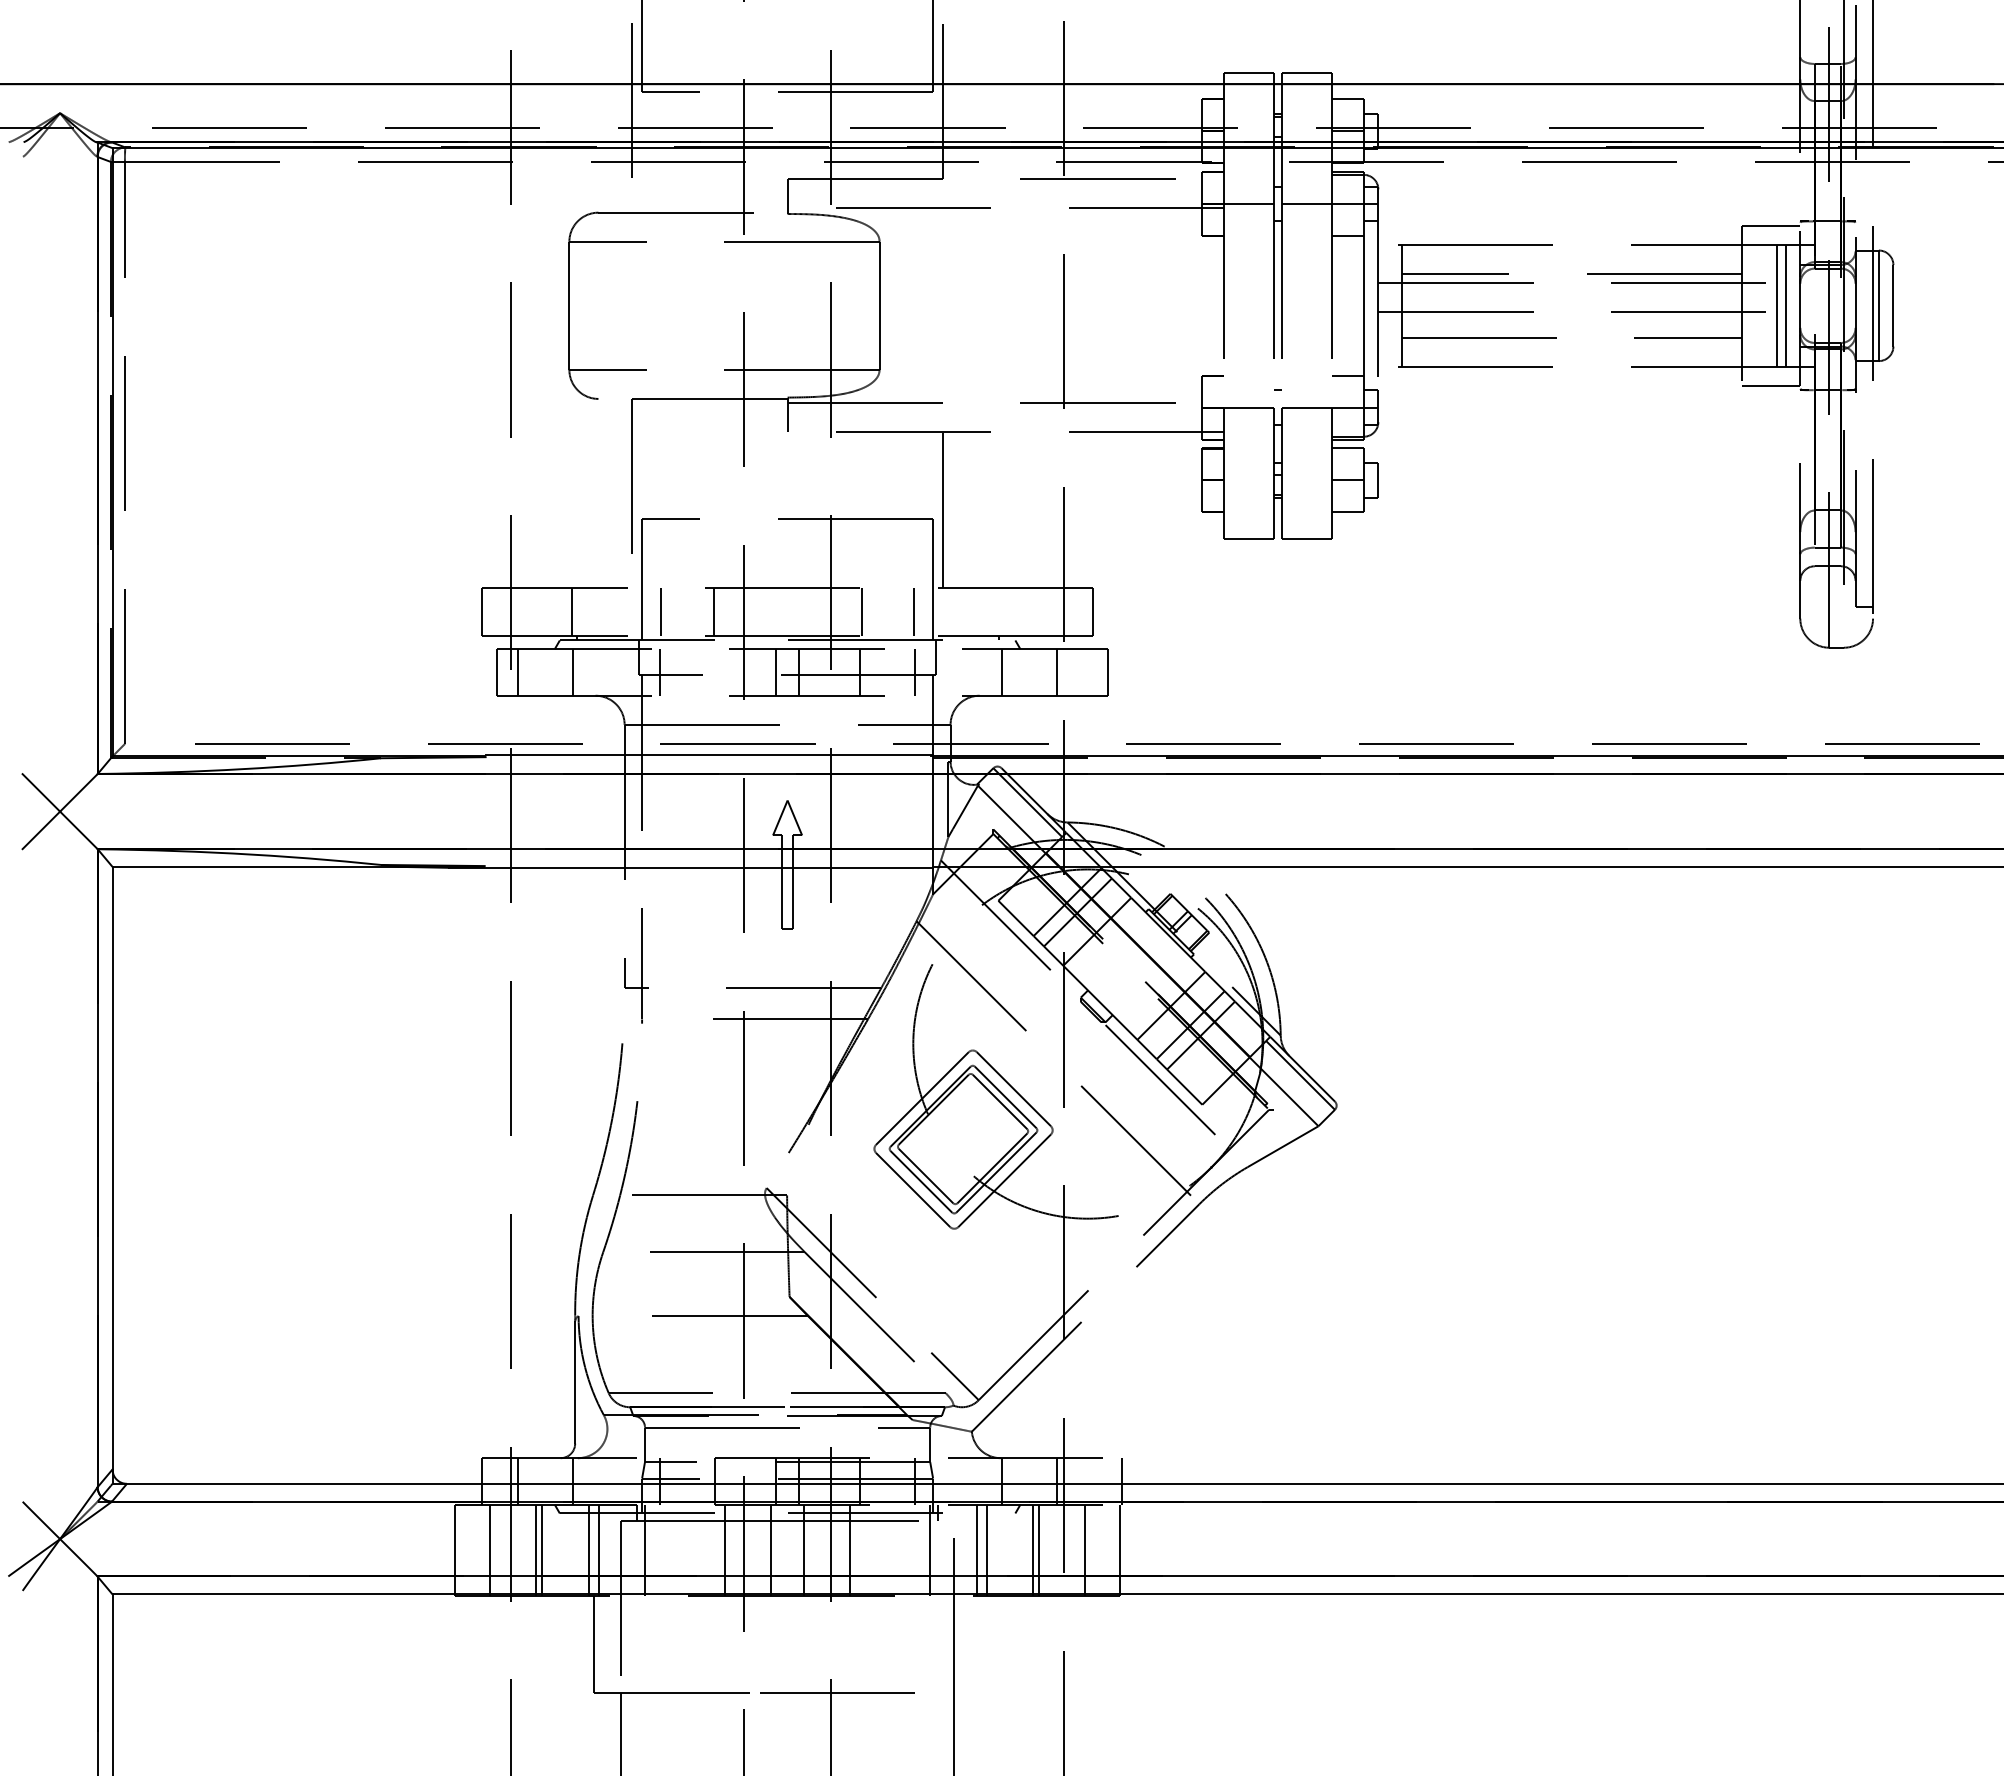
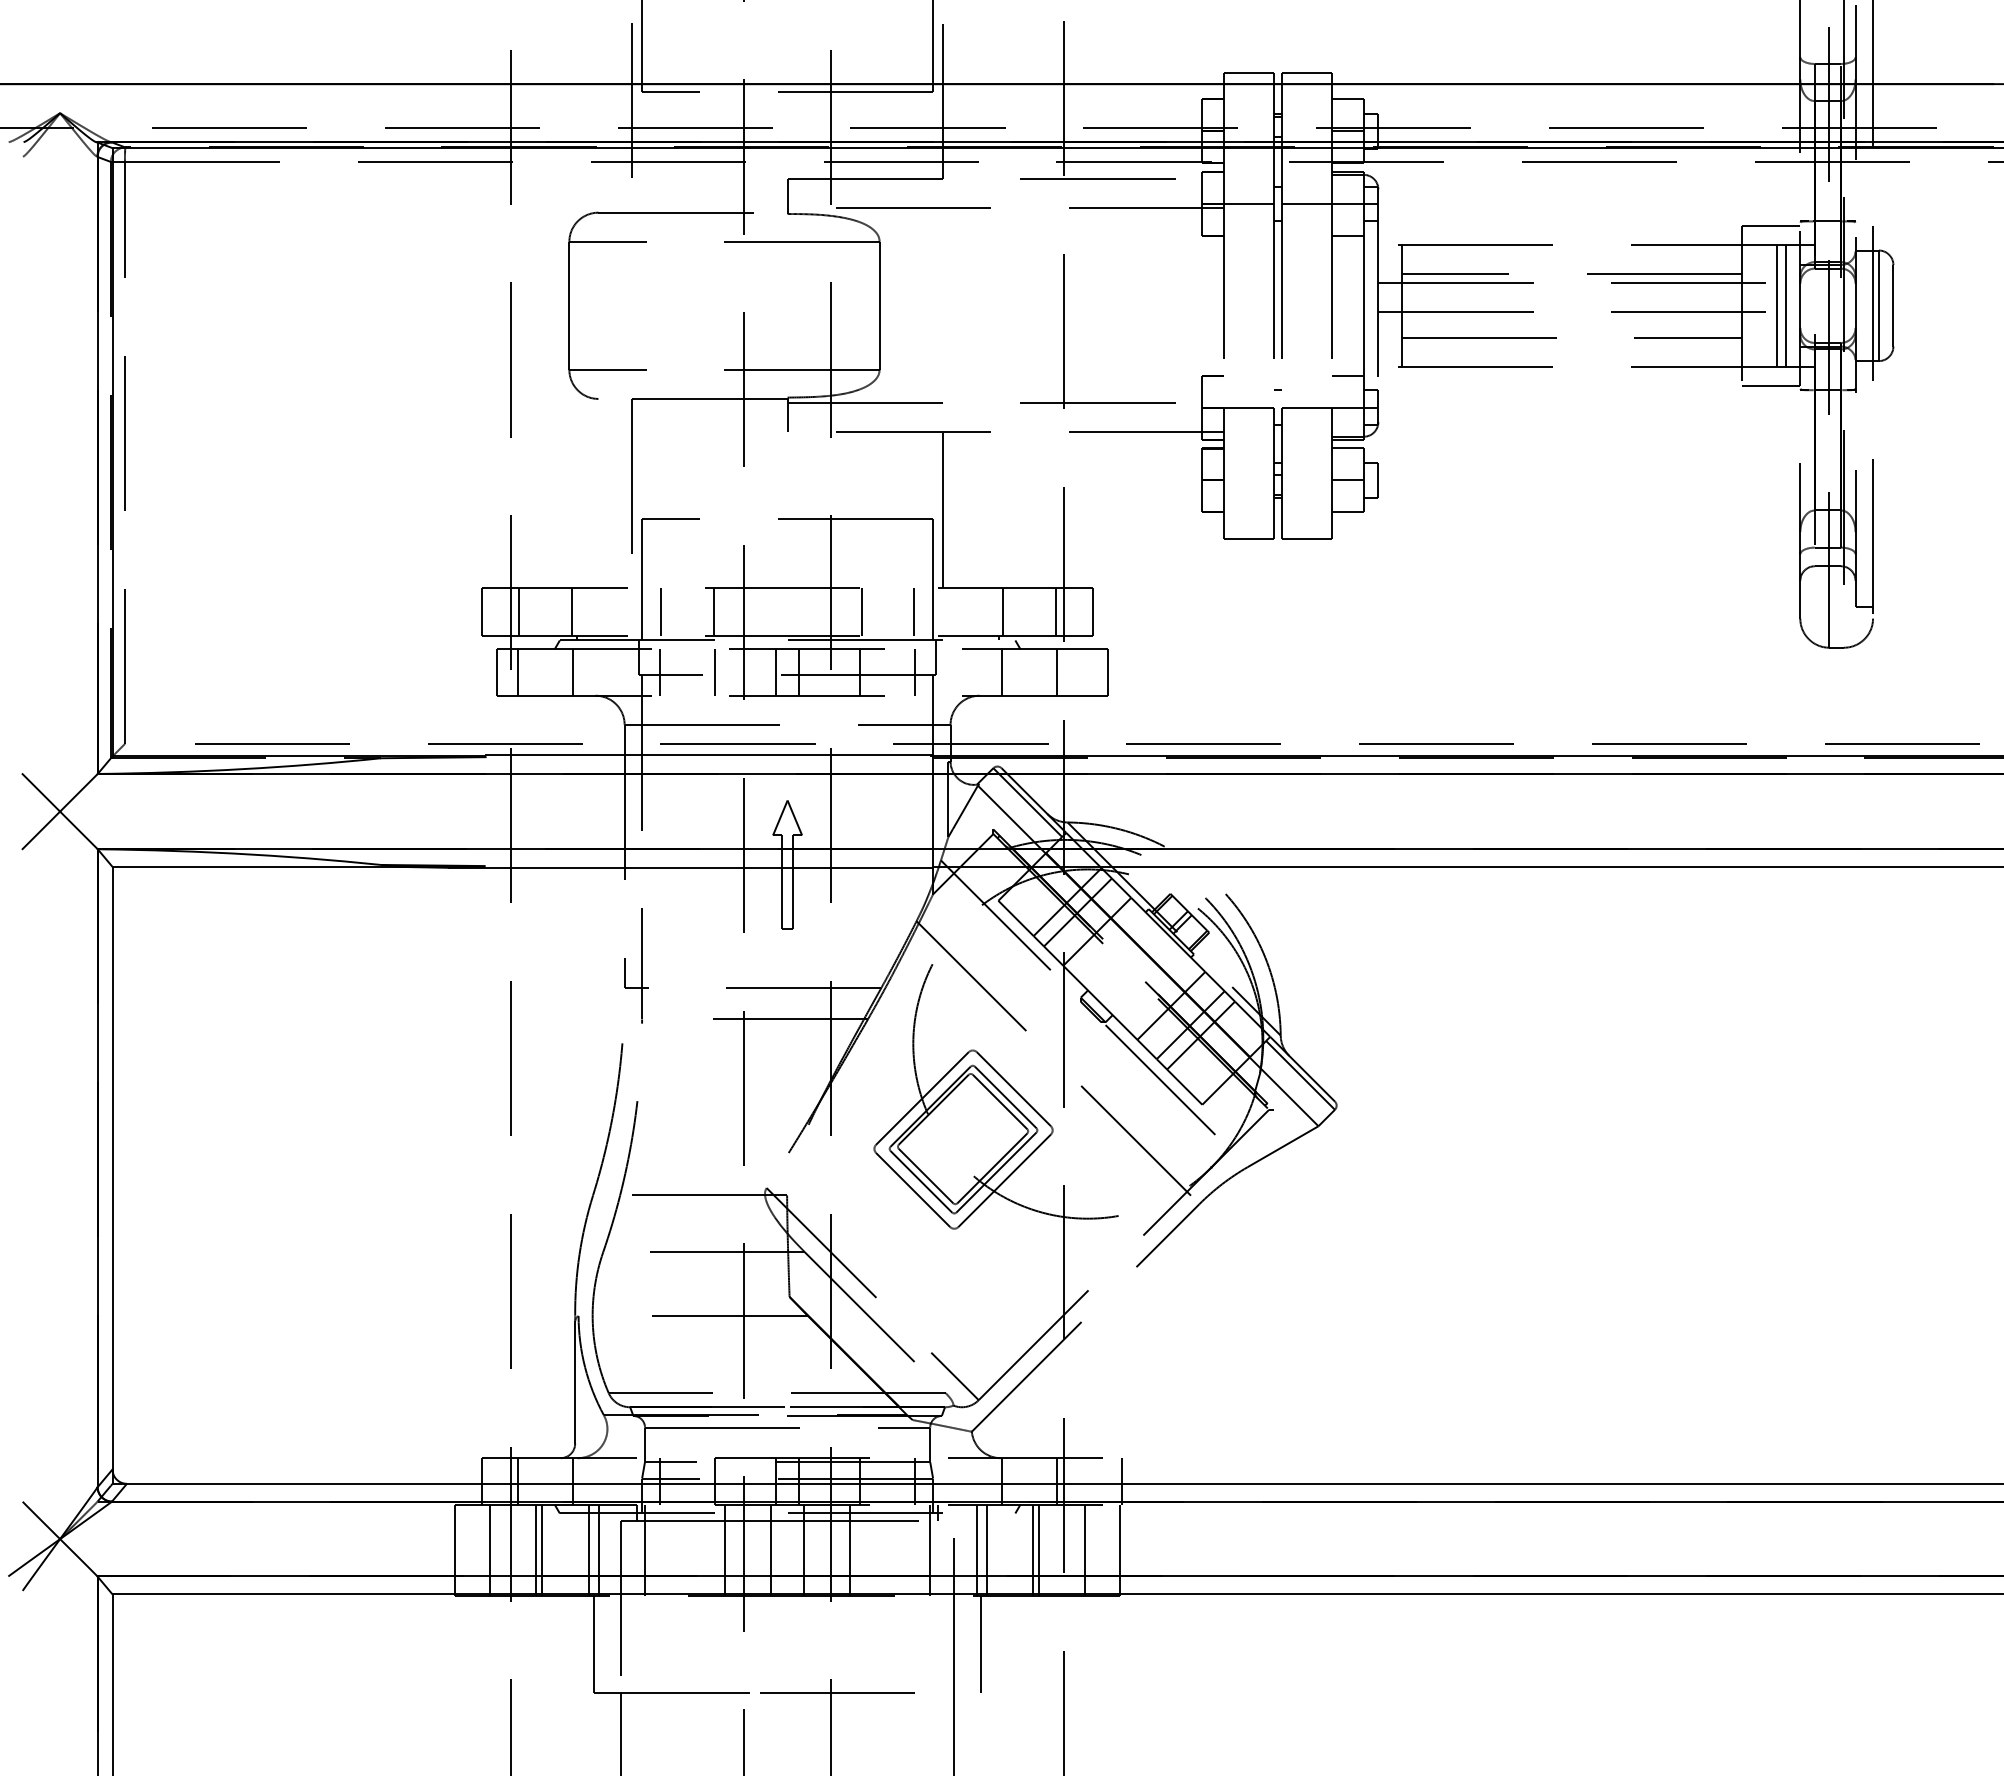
line at (519, 611): none -> present
line at (1003, 611): none -> present
line at (1055, 611): none -> present
line at (714, 672): none -> present
line at (980, 1644): none -> present
